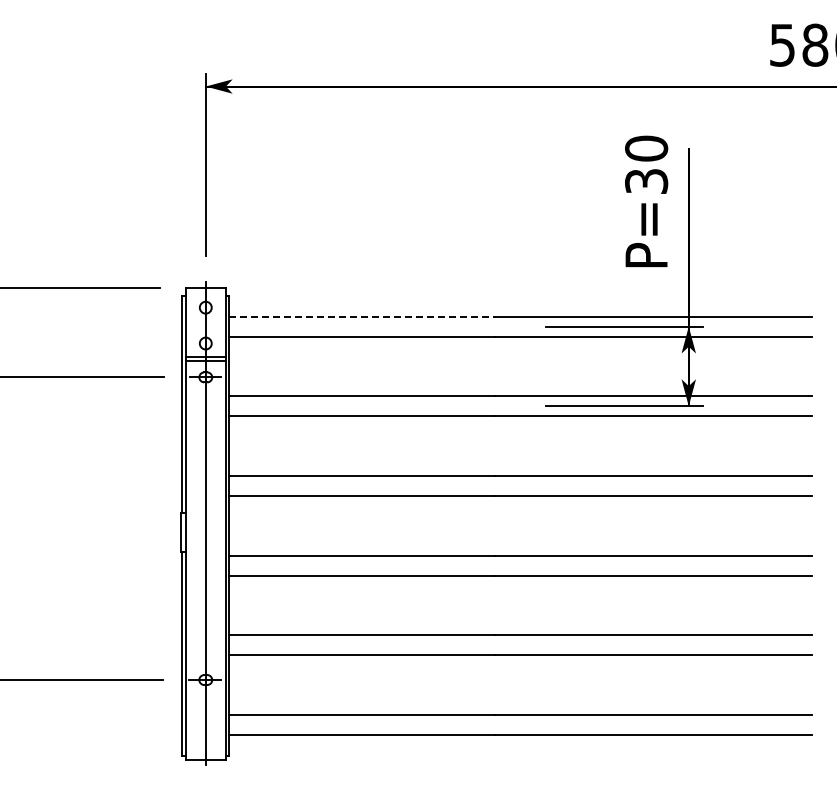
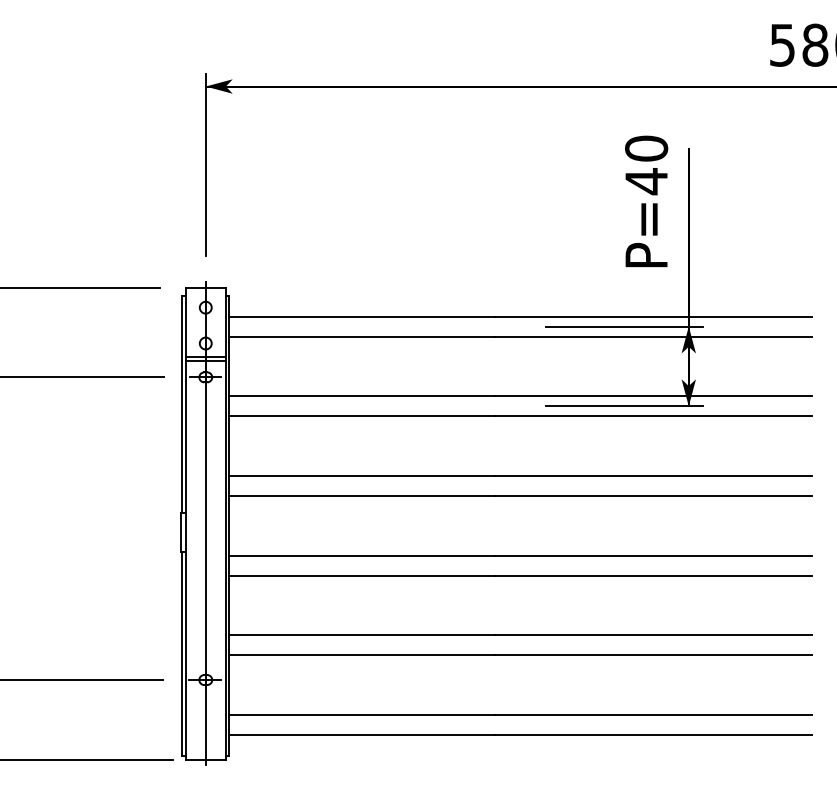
text at (646, 181): P=30 -> P=40
line at (361, 316): dashed -> solid
line at (87, 759): none -> present
